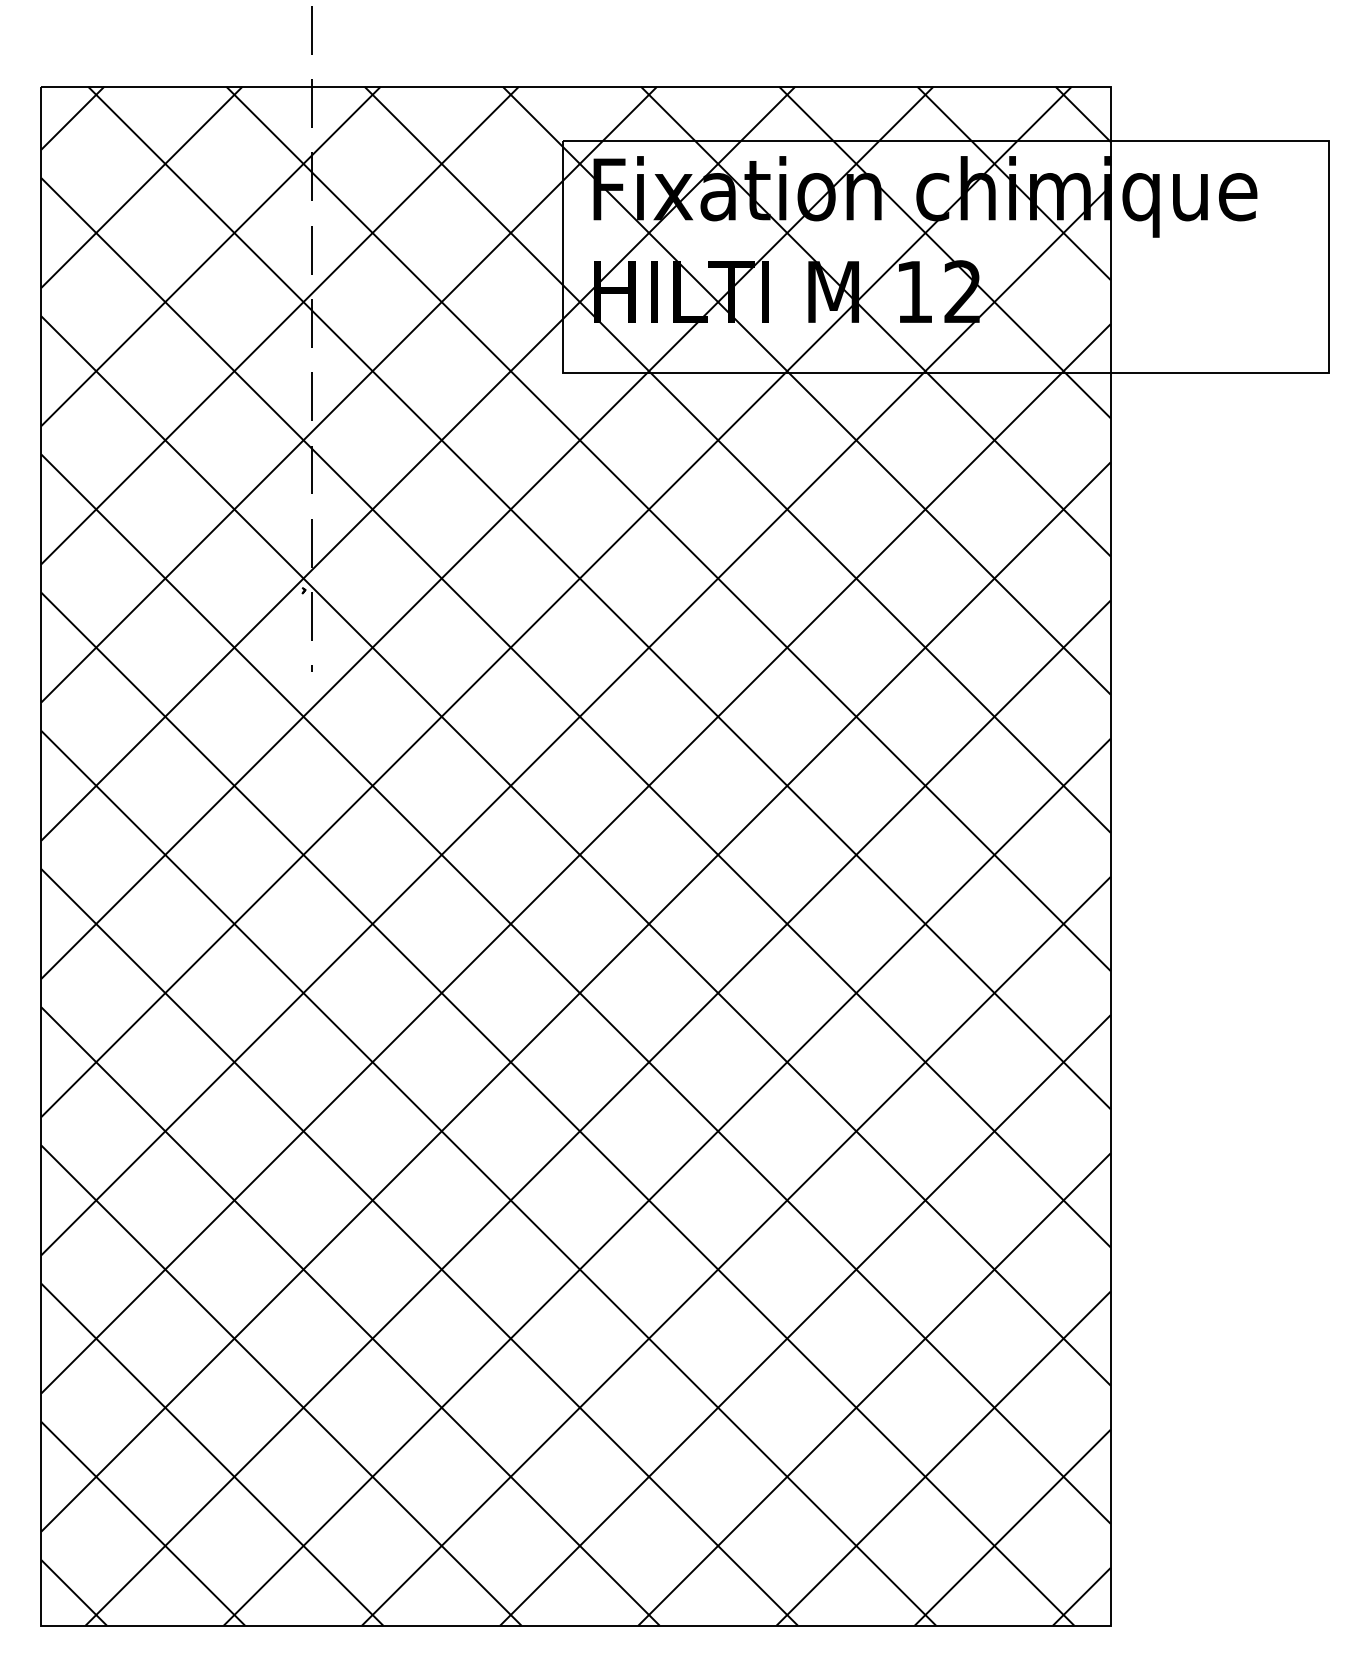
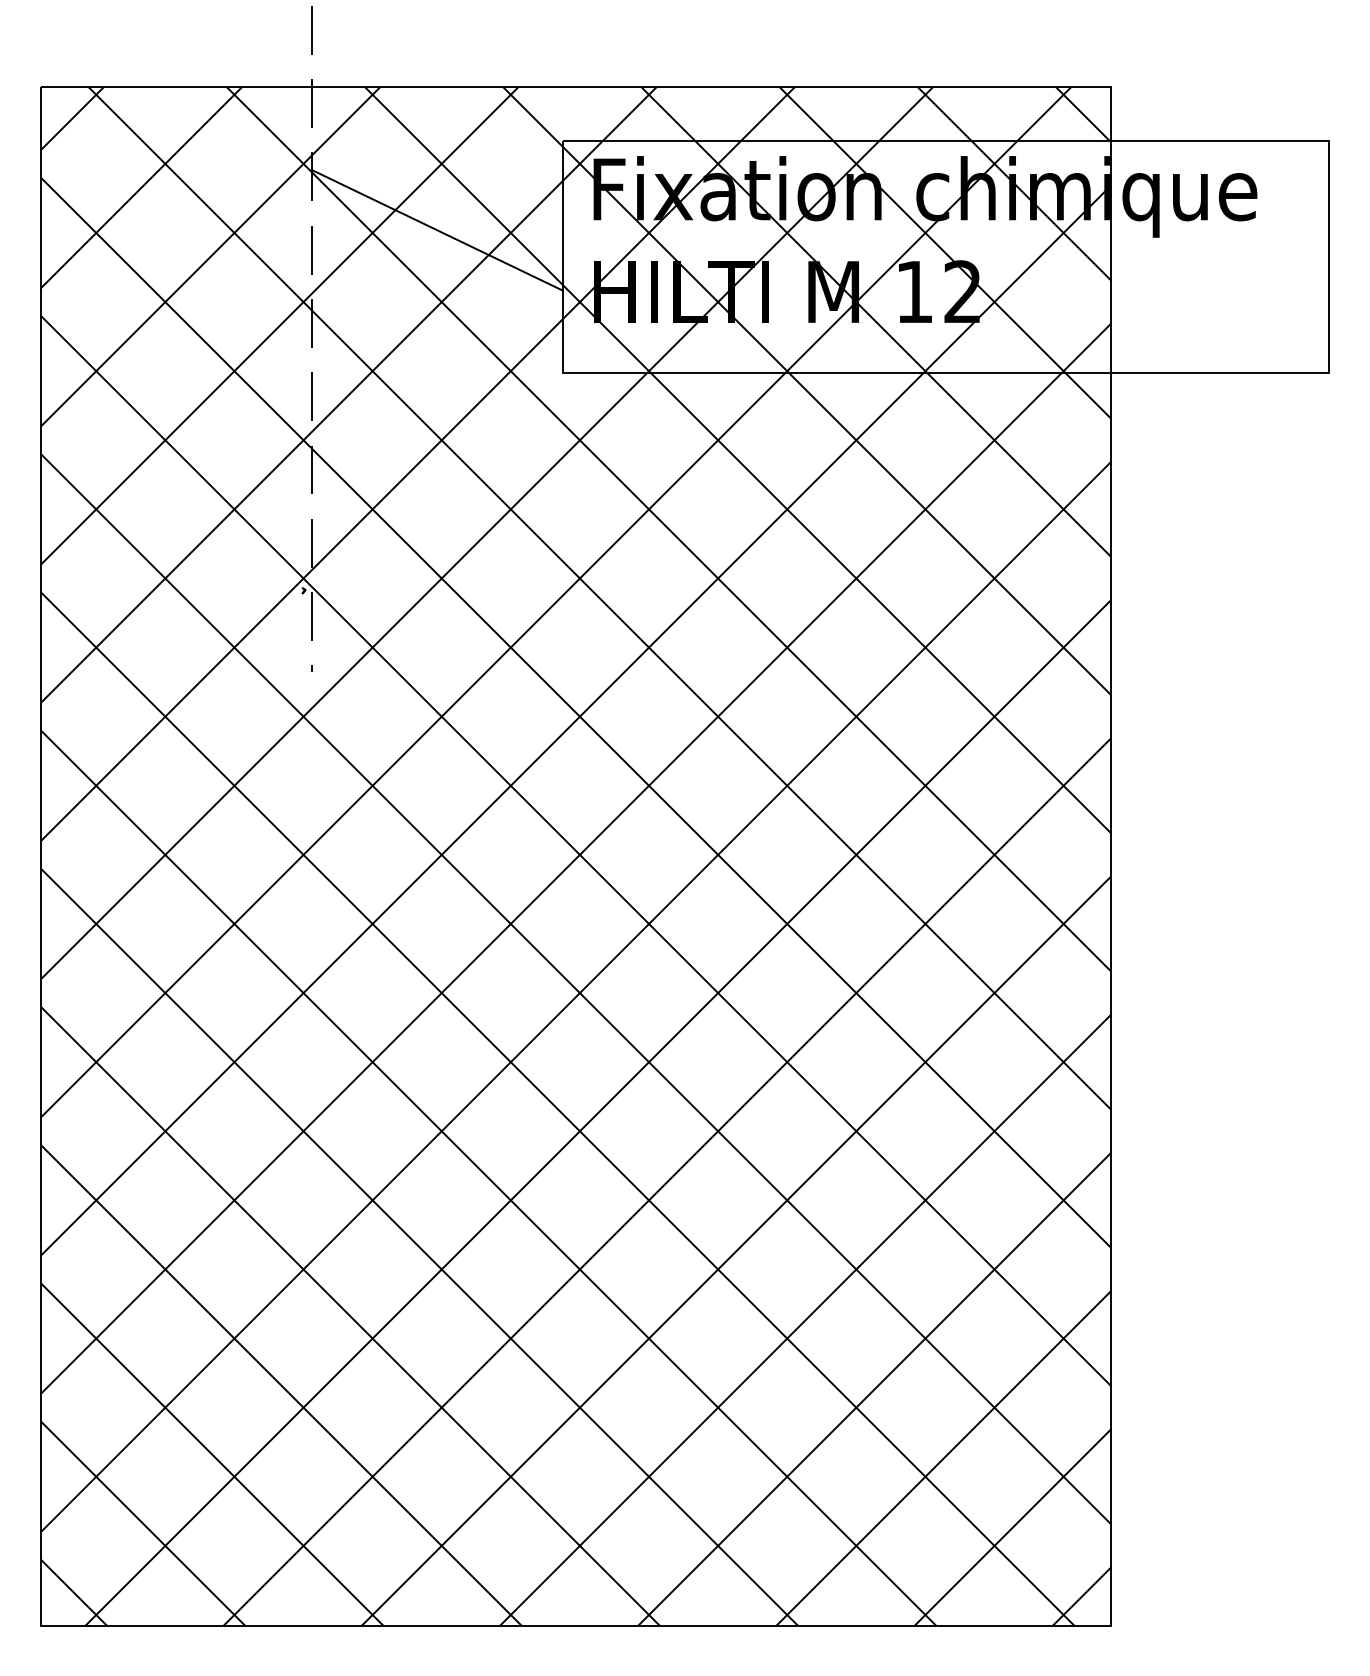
line at (437, 230): none -> present
